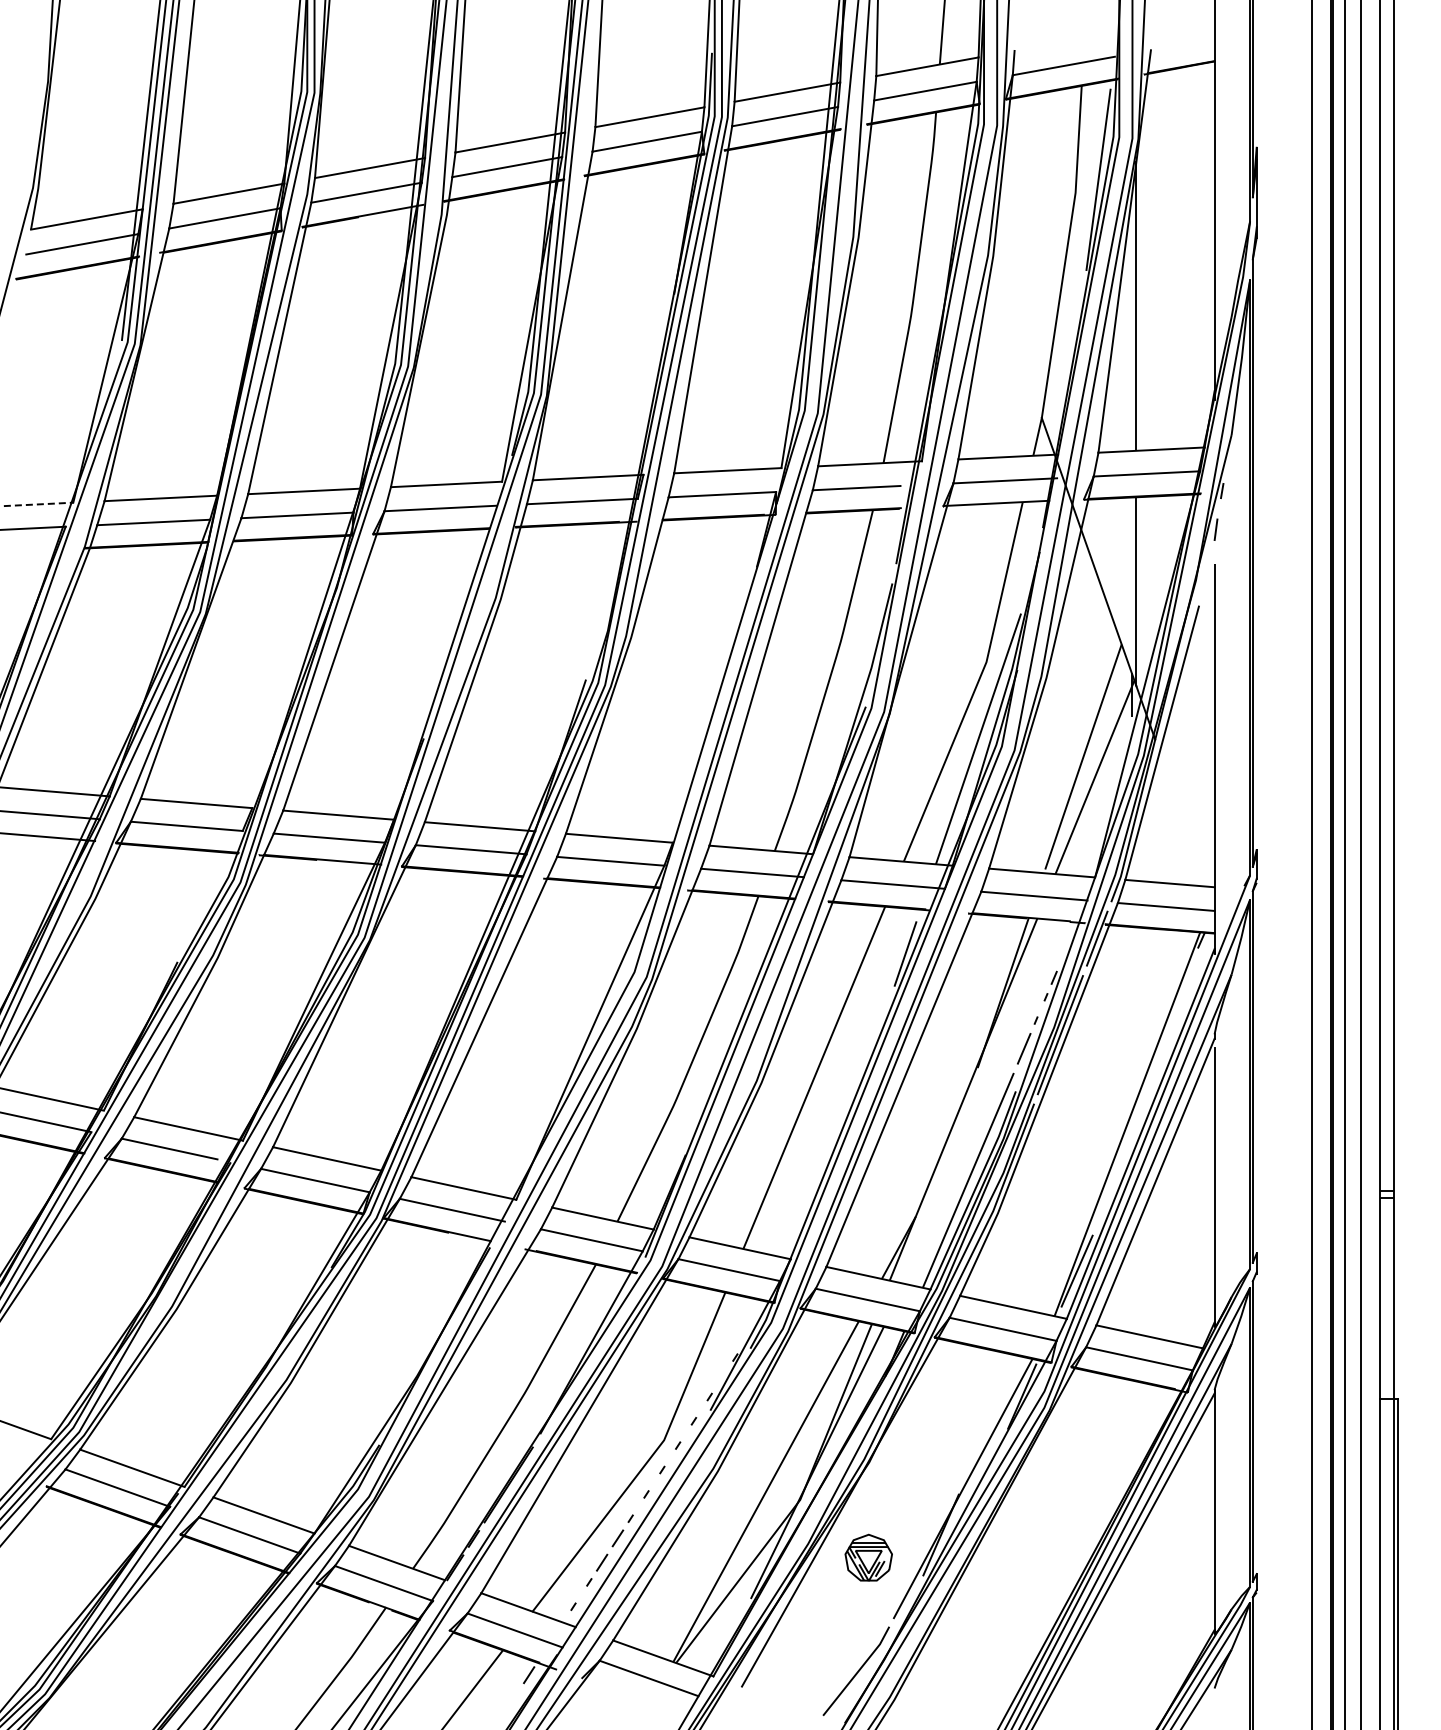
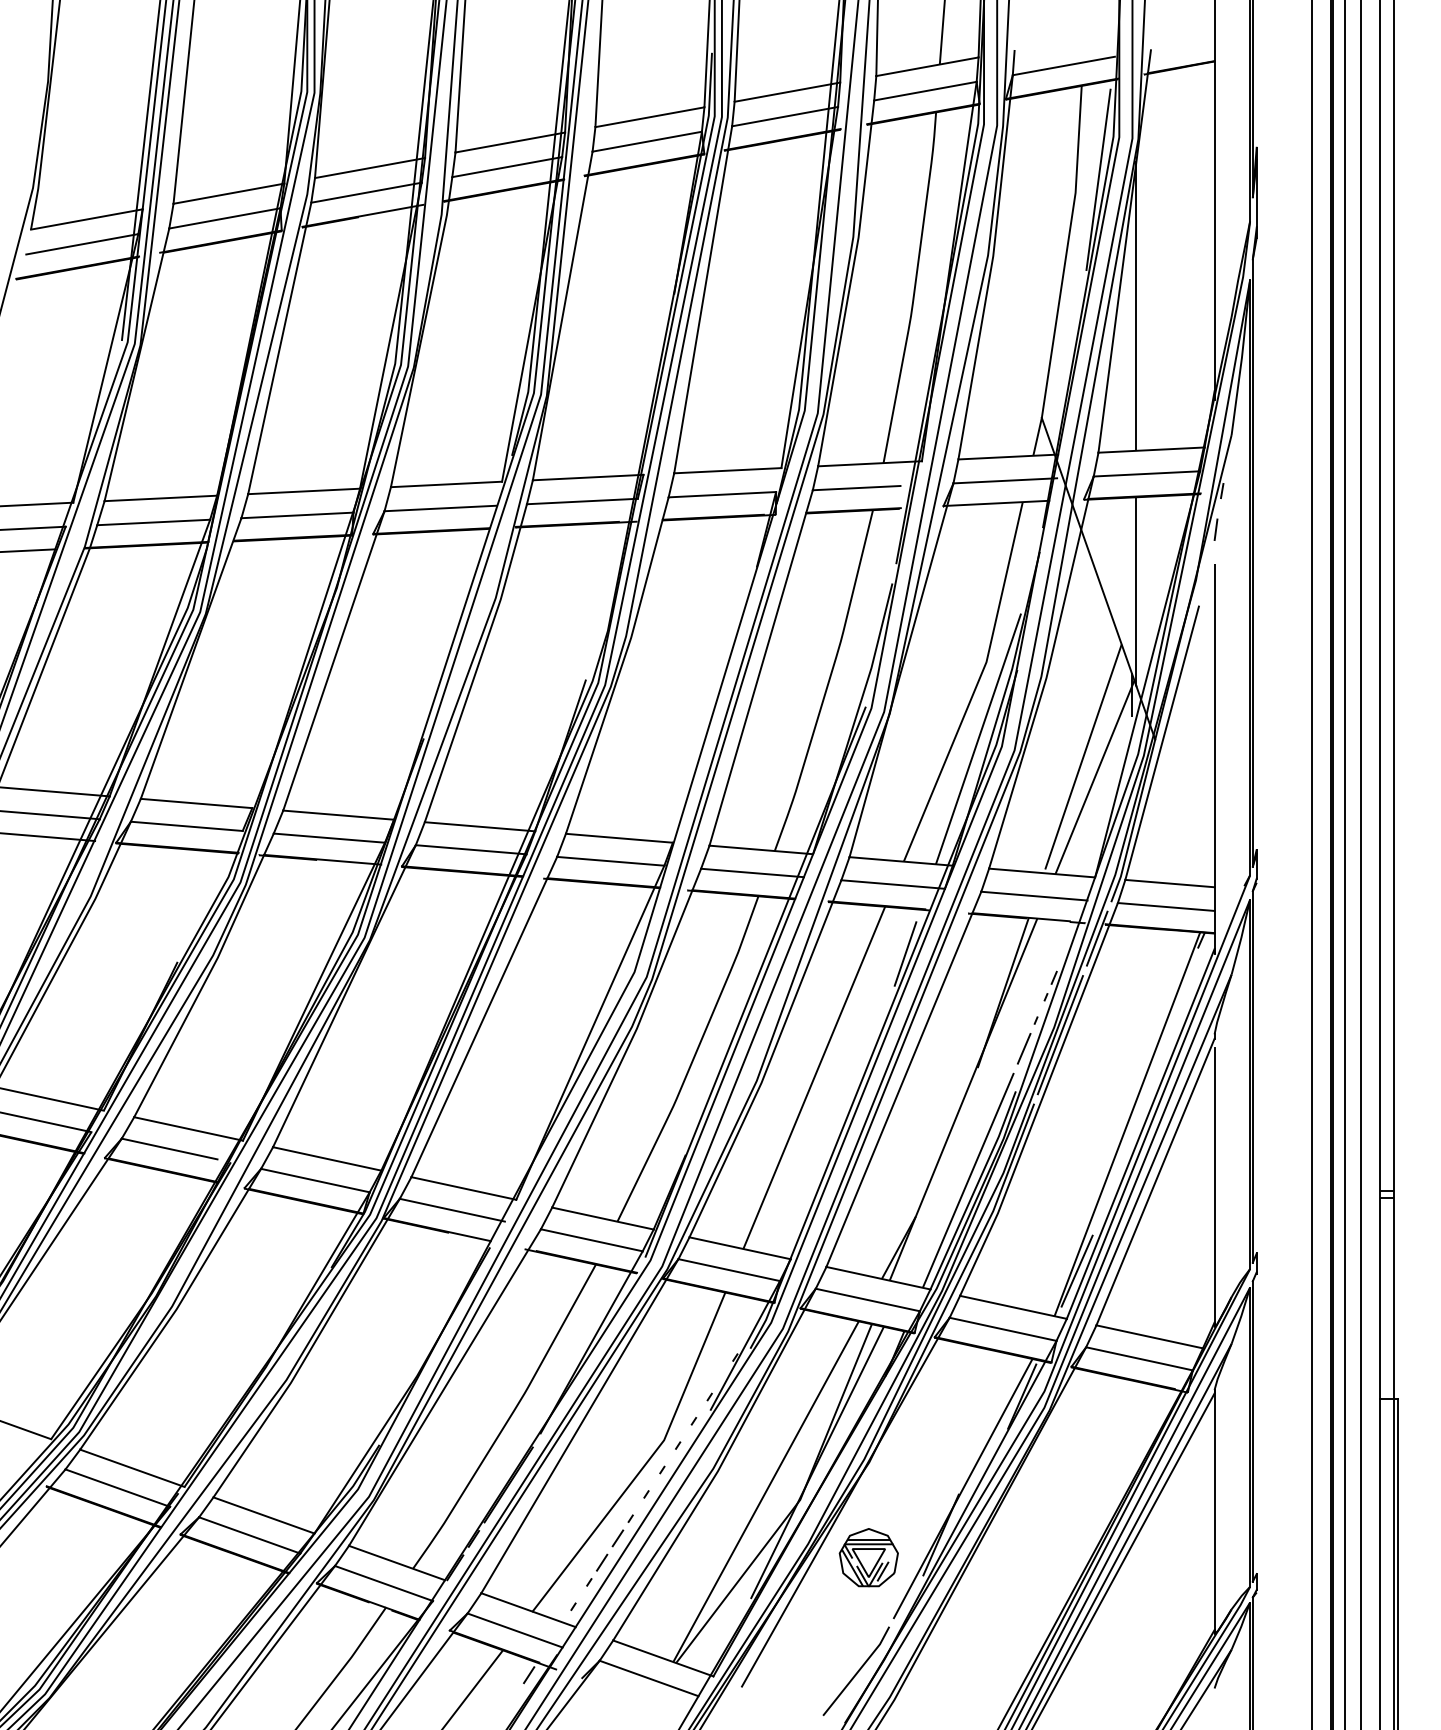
line at (37, 504): dashed -> solid
line at (28, 550): none -> present
part at (868, 1557) size: 49x49 px -> 61x60 px
